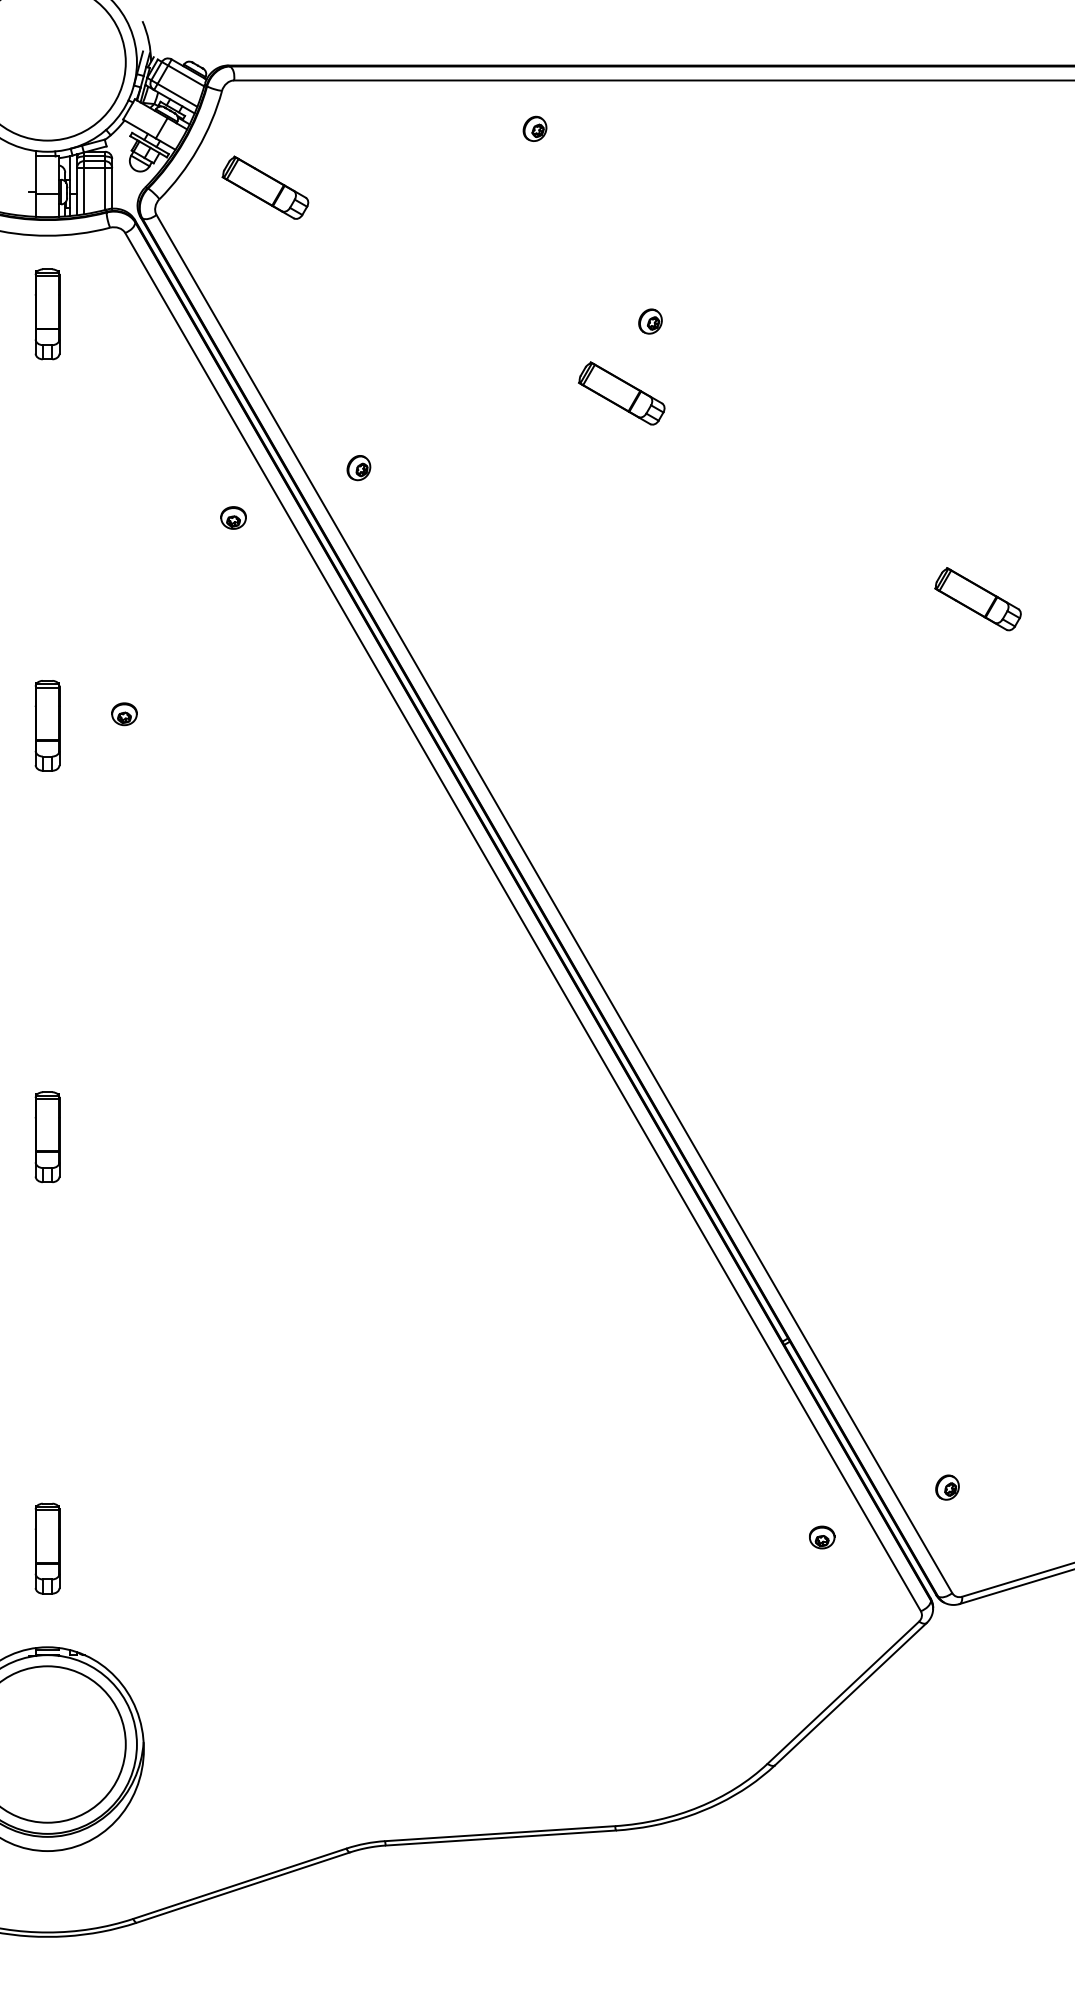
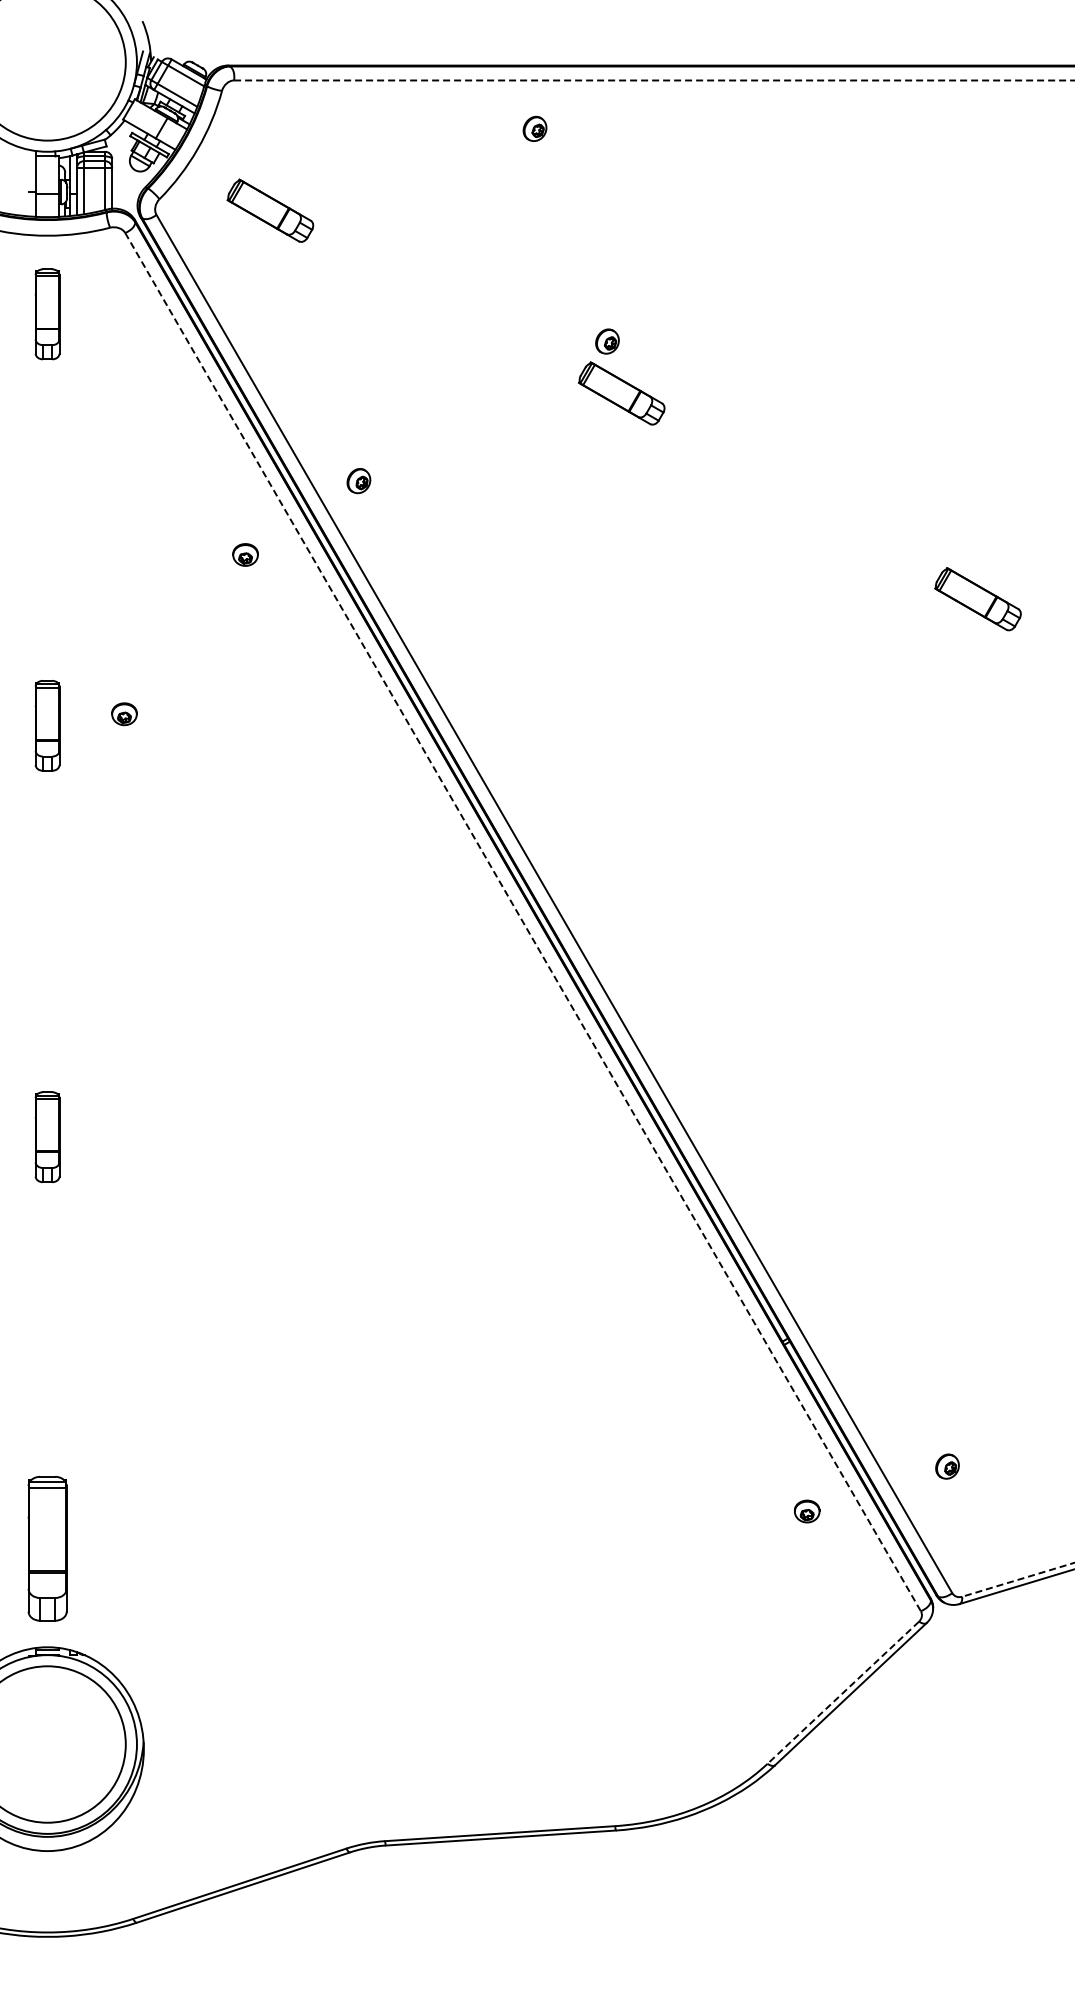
line at (654, 80): solid -> dashed
part at (265, 187) position: (265, 187) -> (270, 210)
part at (650, 321) position: (650, 321) -> (607, 341)
part at (358, 468) position: (358, 468) -> (358, 481)
part at (233, 517) position: (233, 517) -> (245, 554)
line at (523, 922): solid -> dashed
part at (947, 1487) position: (947, 1487) -> (947, 1466)
part at (822, 1537) position: (822, 1537) -> (807, 1511)
part at (47, 1548) size: 27x93 px -> 41x146 px
line at (1017, 1579): solid -> dashed
line at (843, 1692): solid -> dashed
